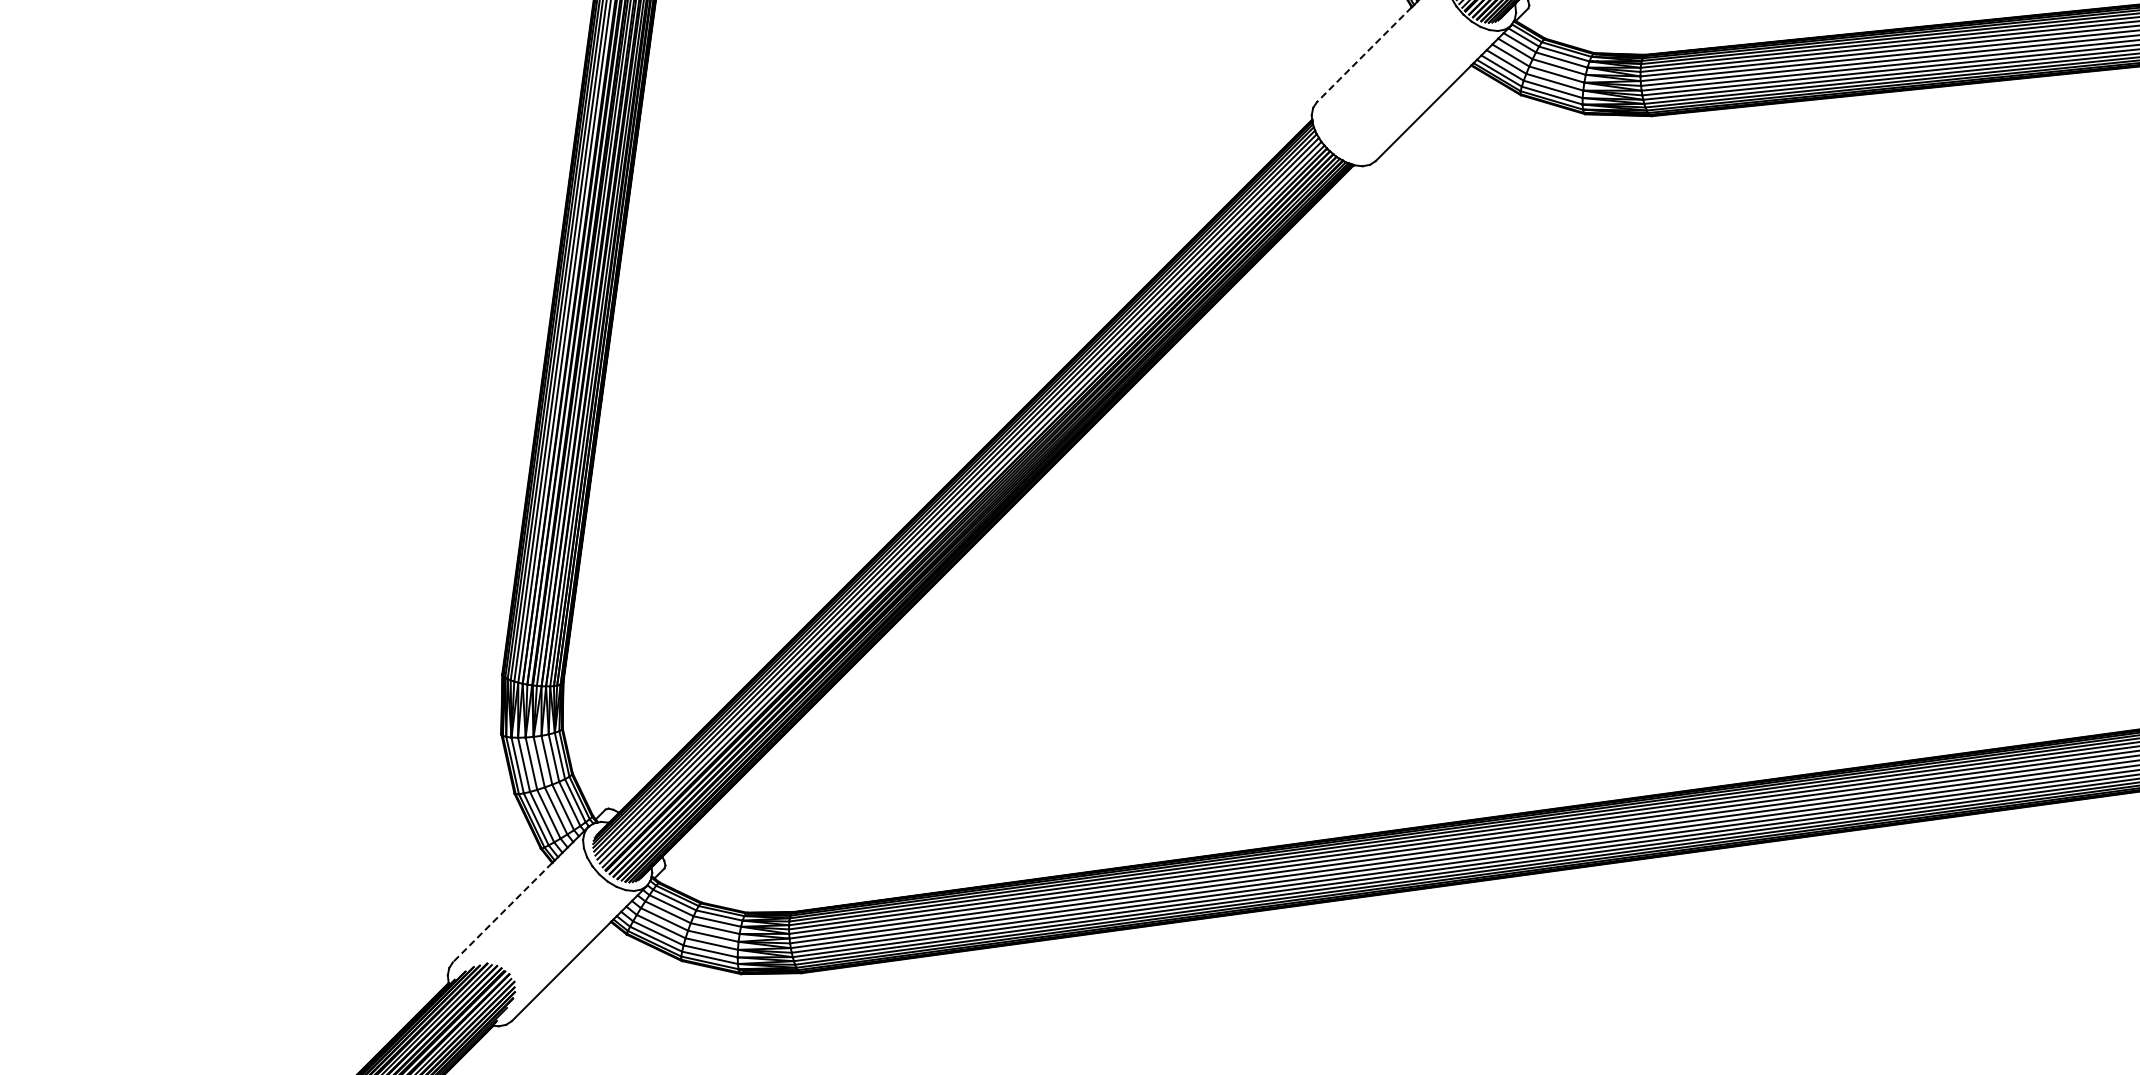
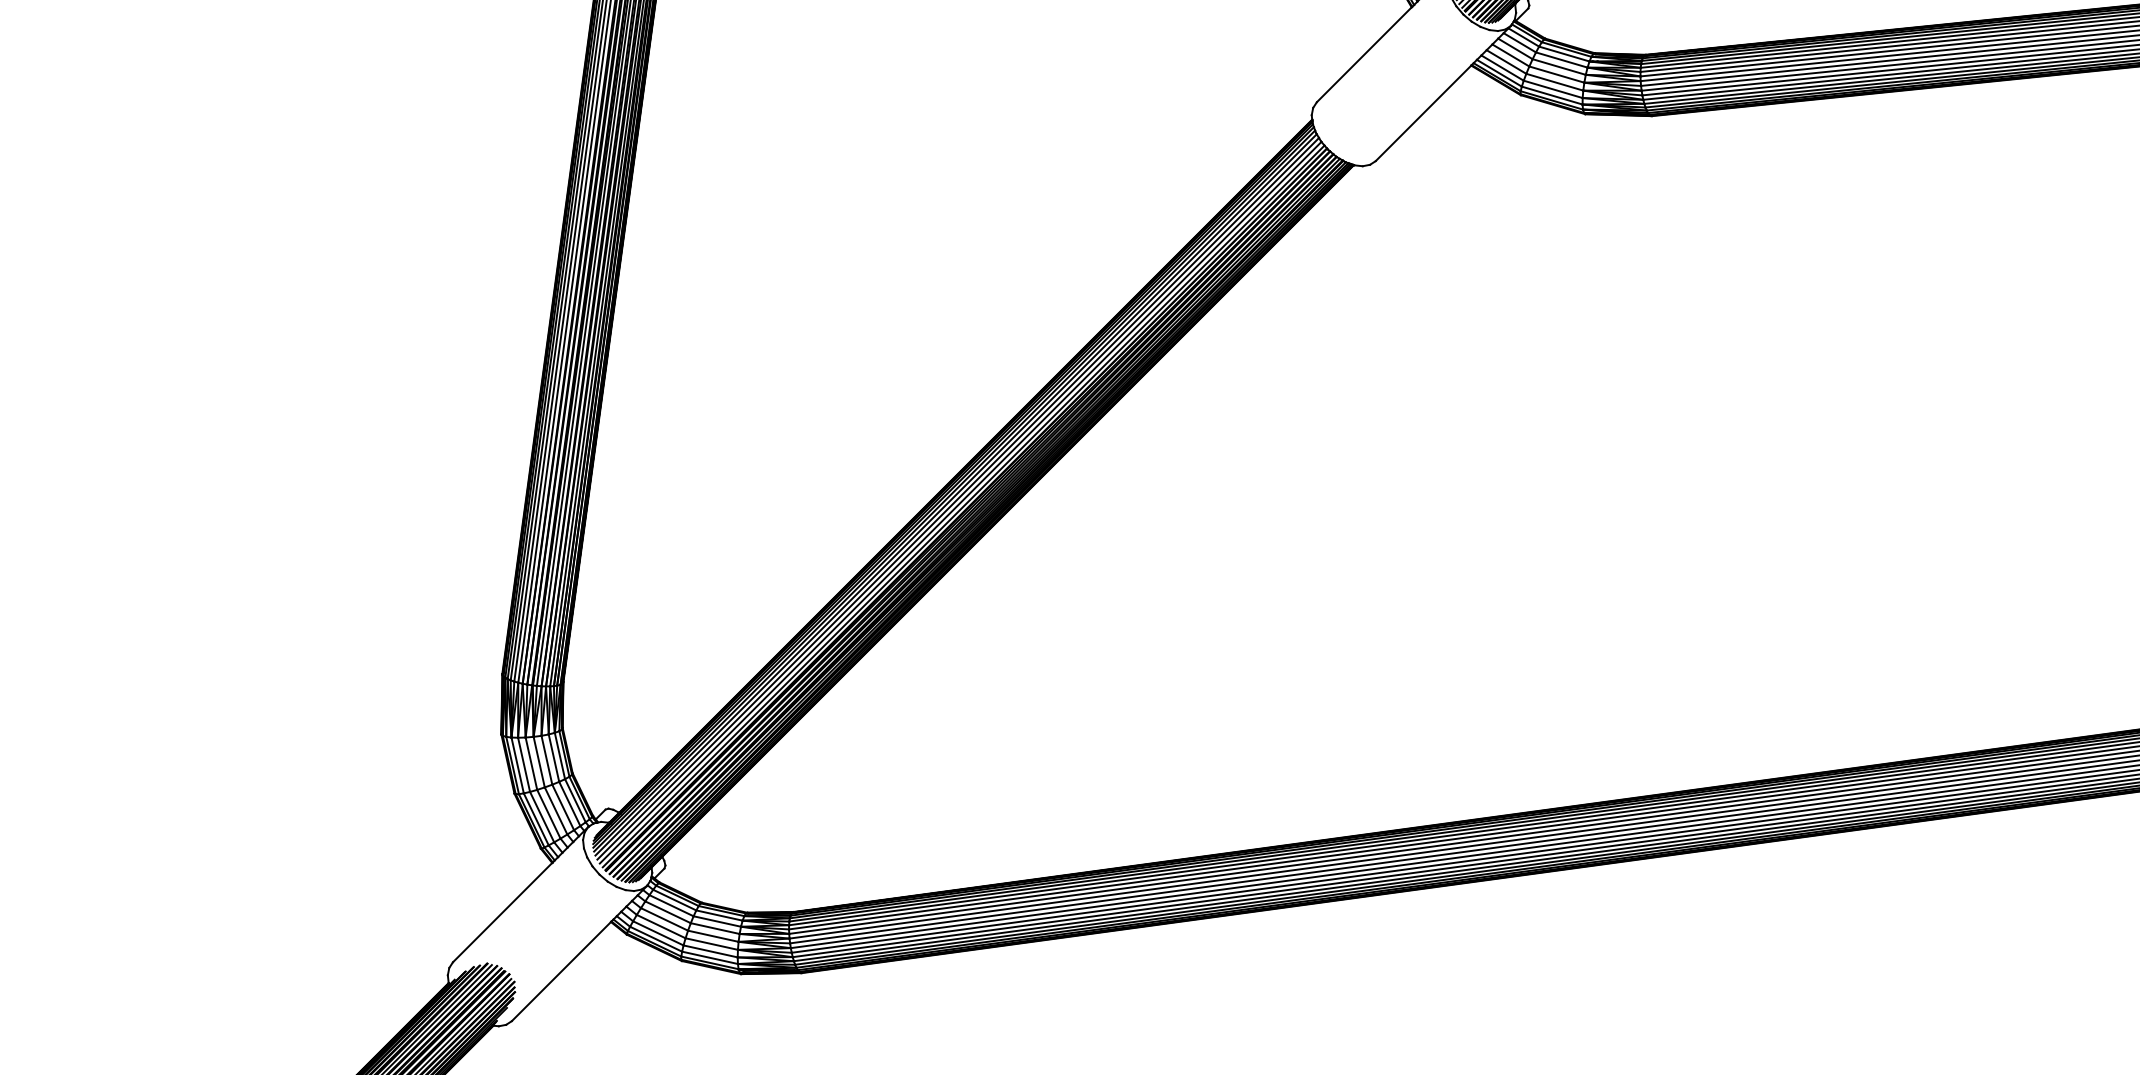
line at (1363, 55): dashed -> solid
line at (502, 912): dashed -> solid
